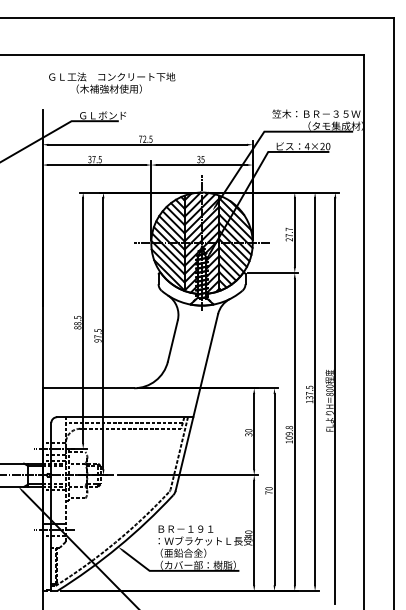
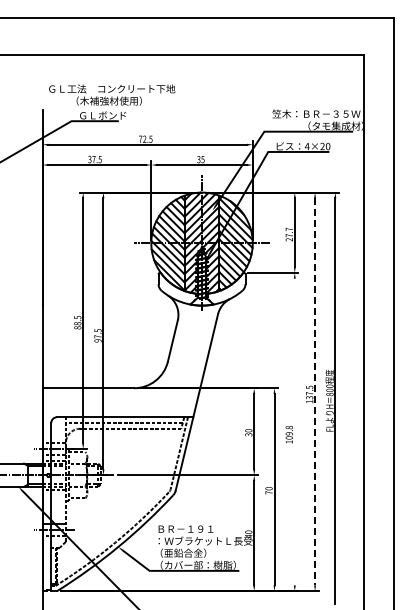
text at (112, 82) position: (112, 82) -> (112, 94)
line at (315, 391): solid -> dashed
line at (294, 431): present -> none
